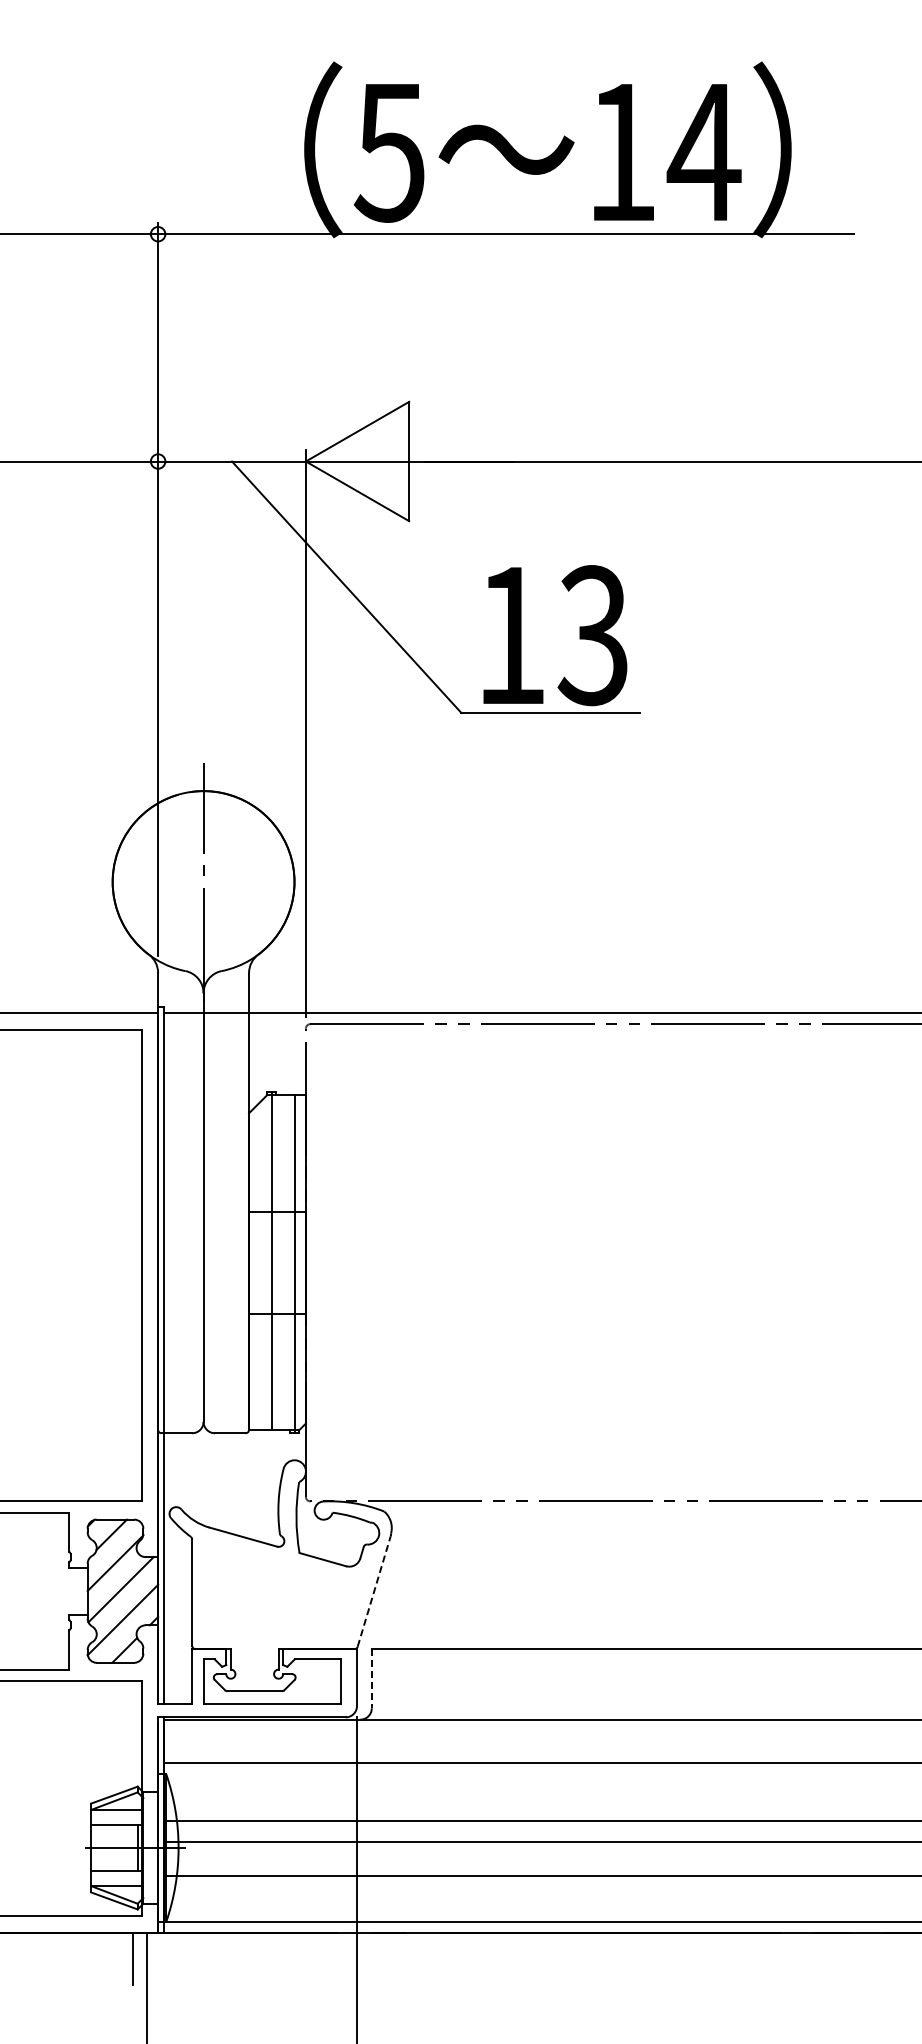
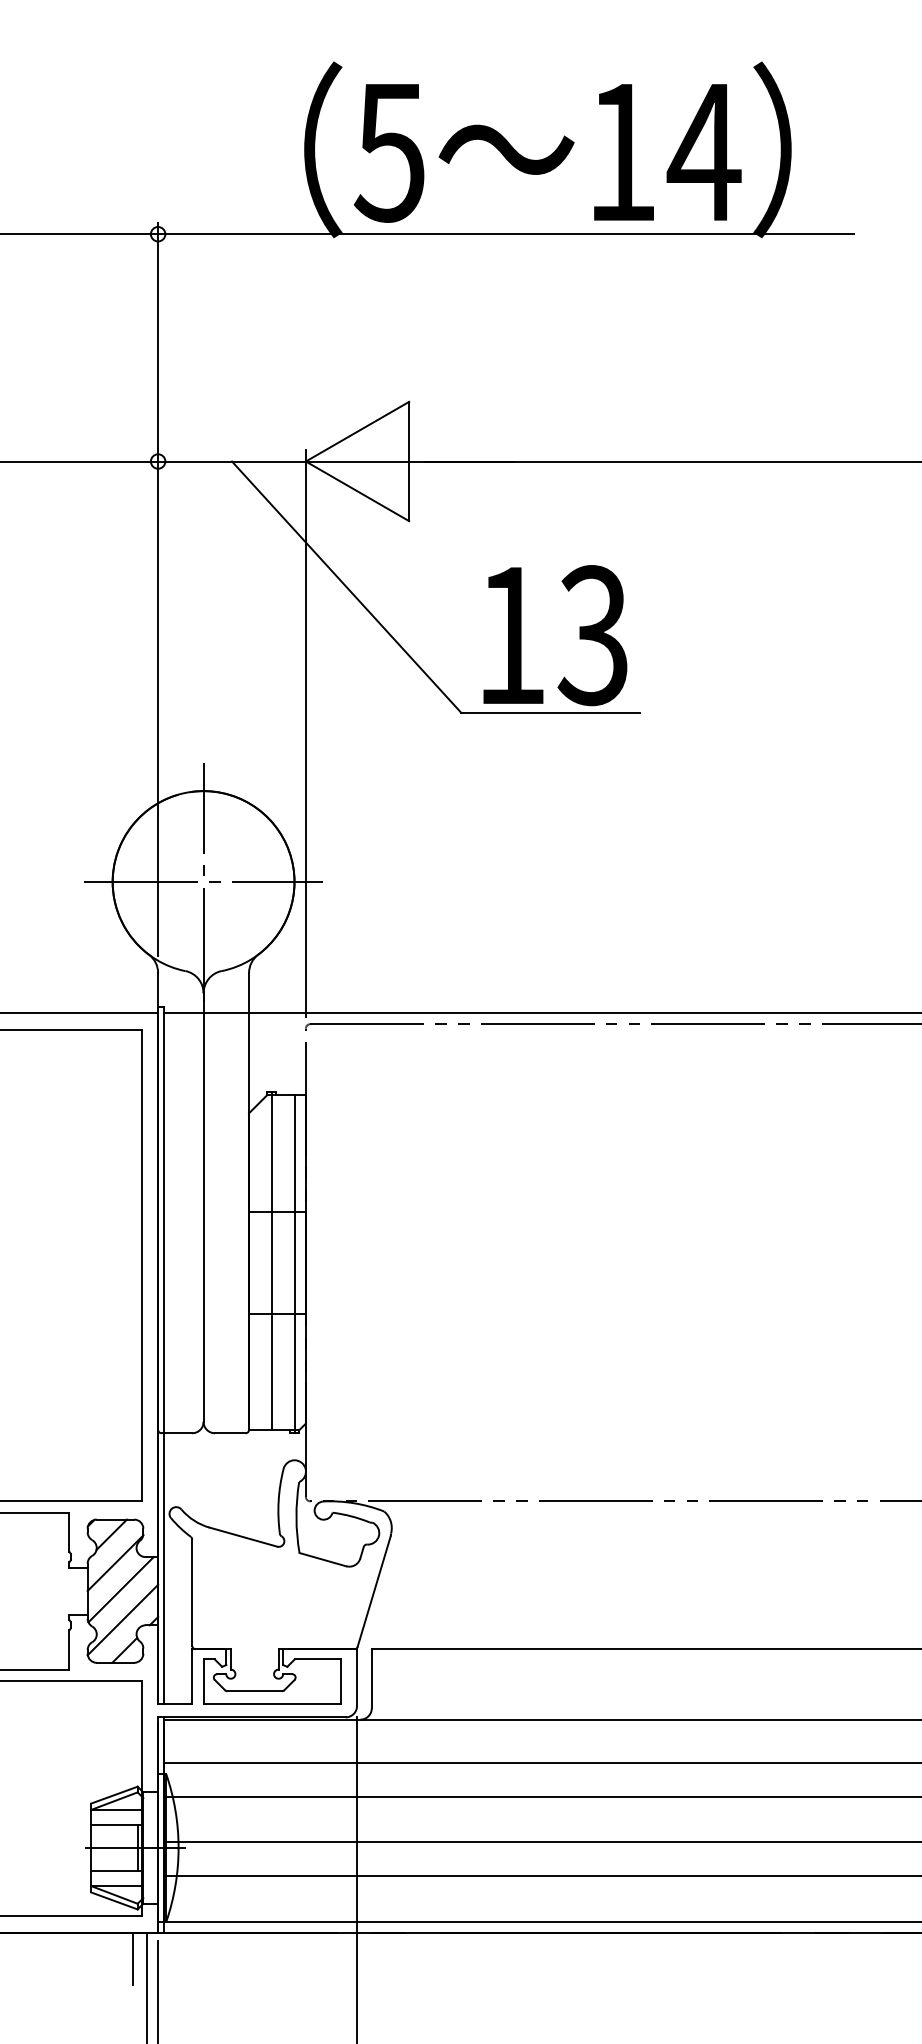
line at (203, 882): none -> present
line at (374, 1591): dashed -> solid
line at (371, 1678): dashed -> solid
line at (540, 1820) position: (540, 1820) -> (540, 1796)
line at (158, 1990): none -> present
